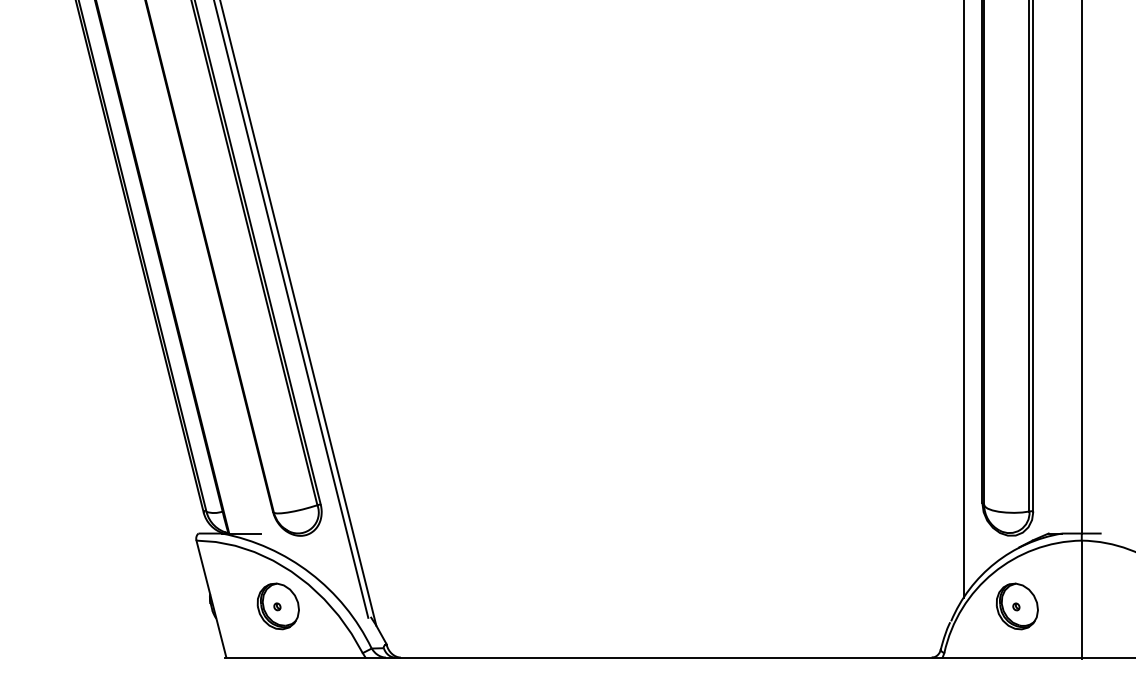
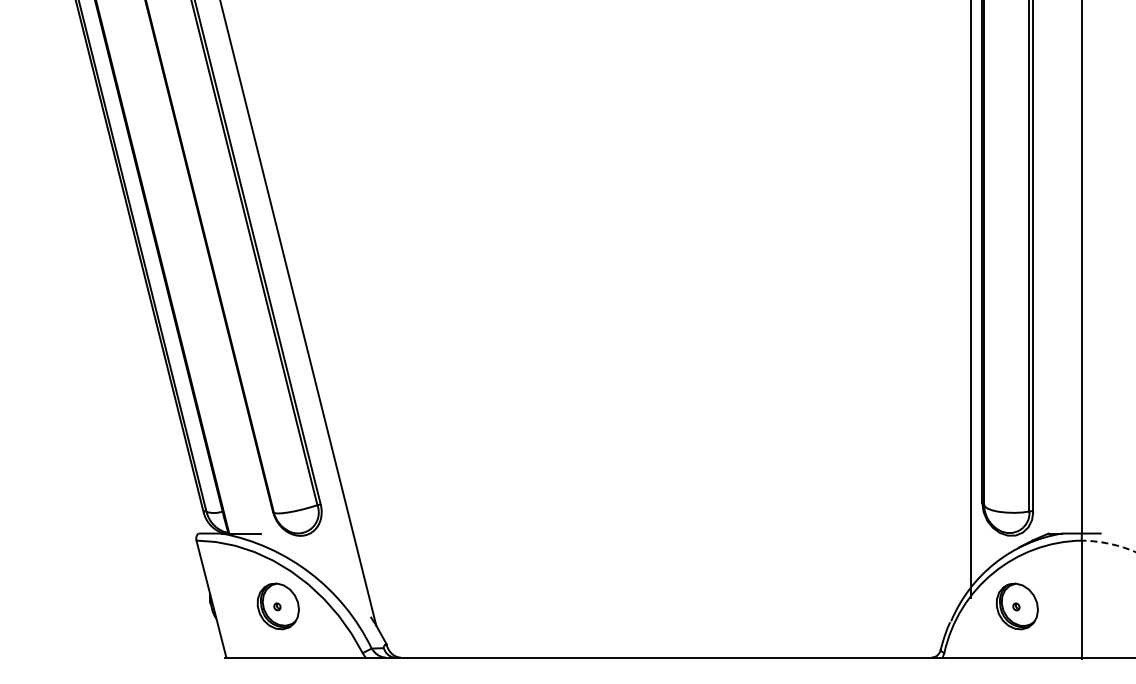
line at (963, 300) position: (963, 300) -> (970, 300)
line at (291, 309): present -> none
arc at (1108, 543): solid -> dashed
